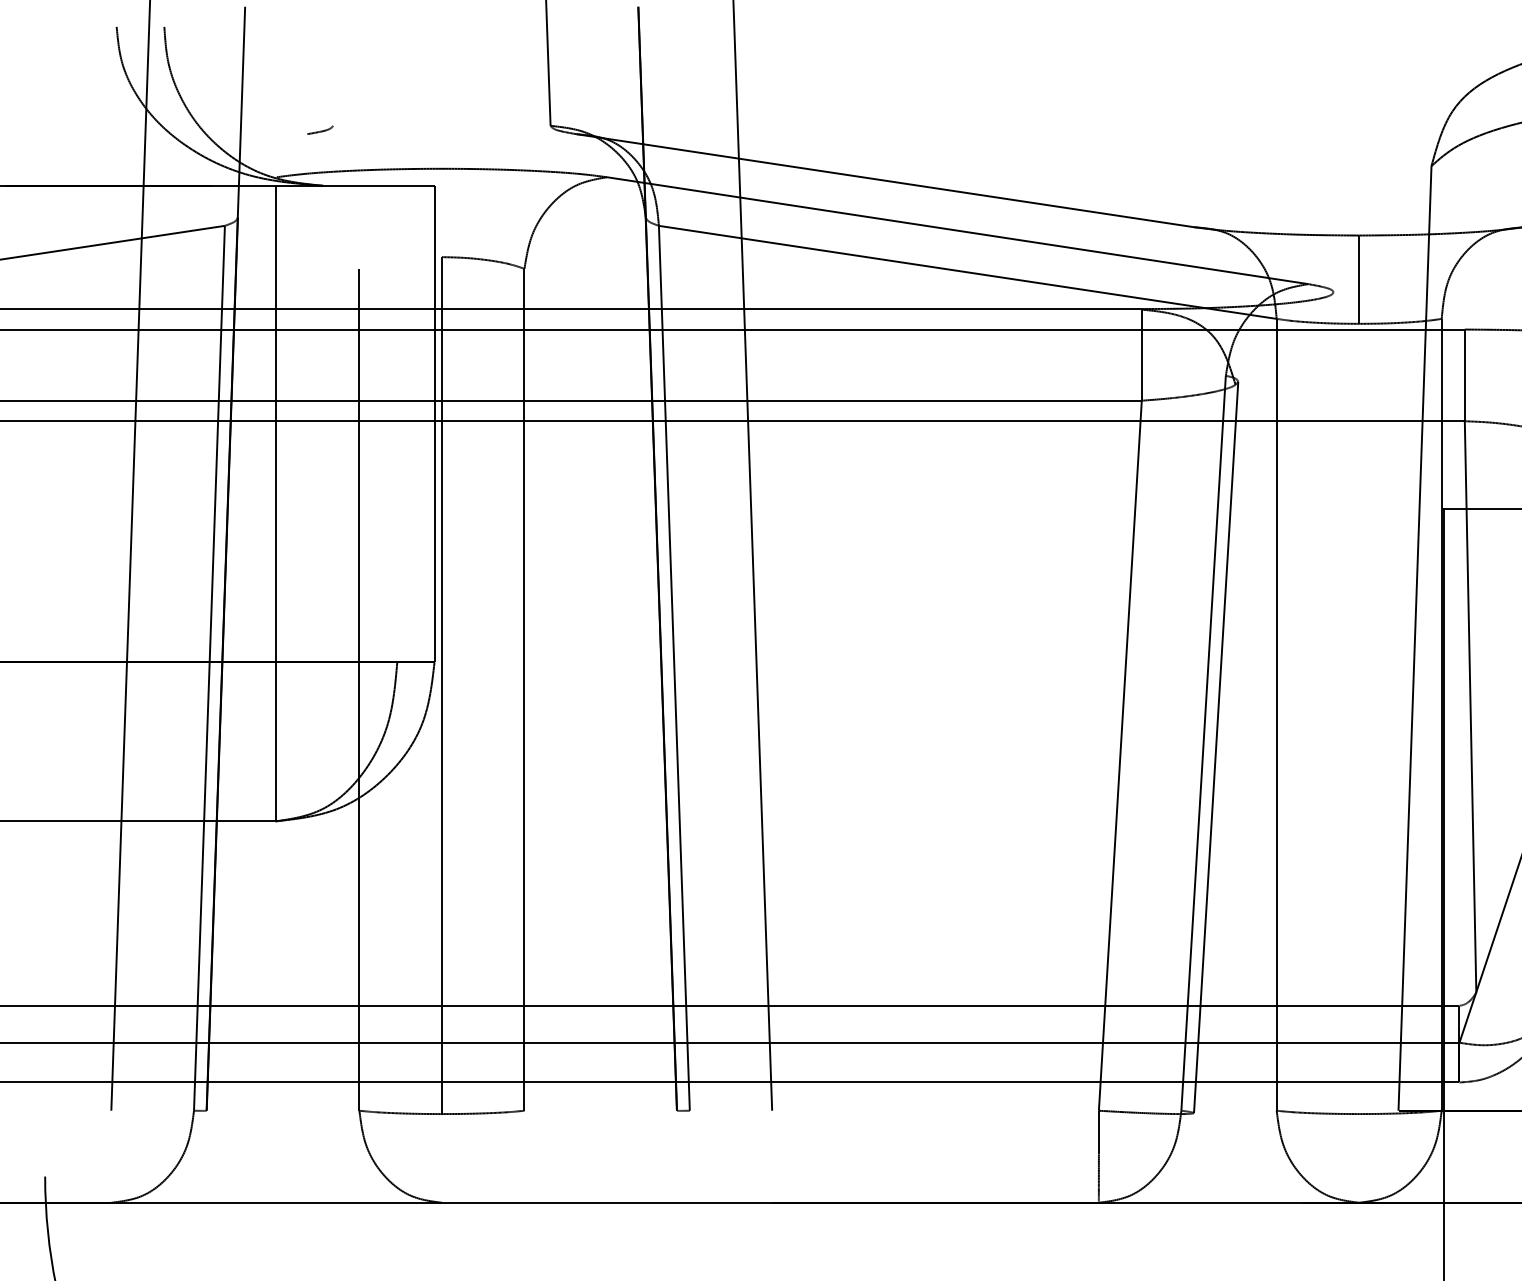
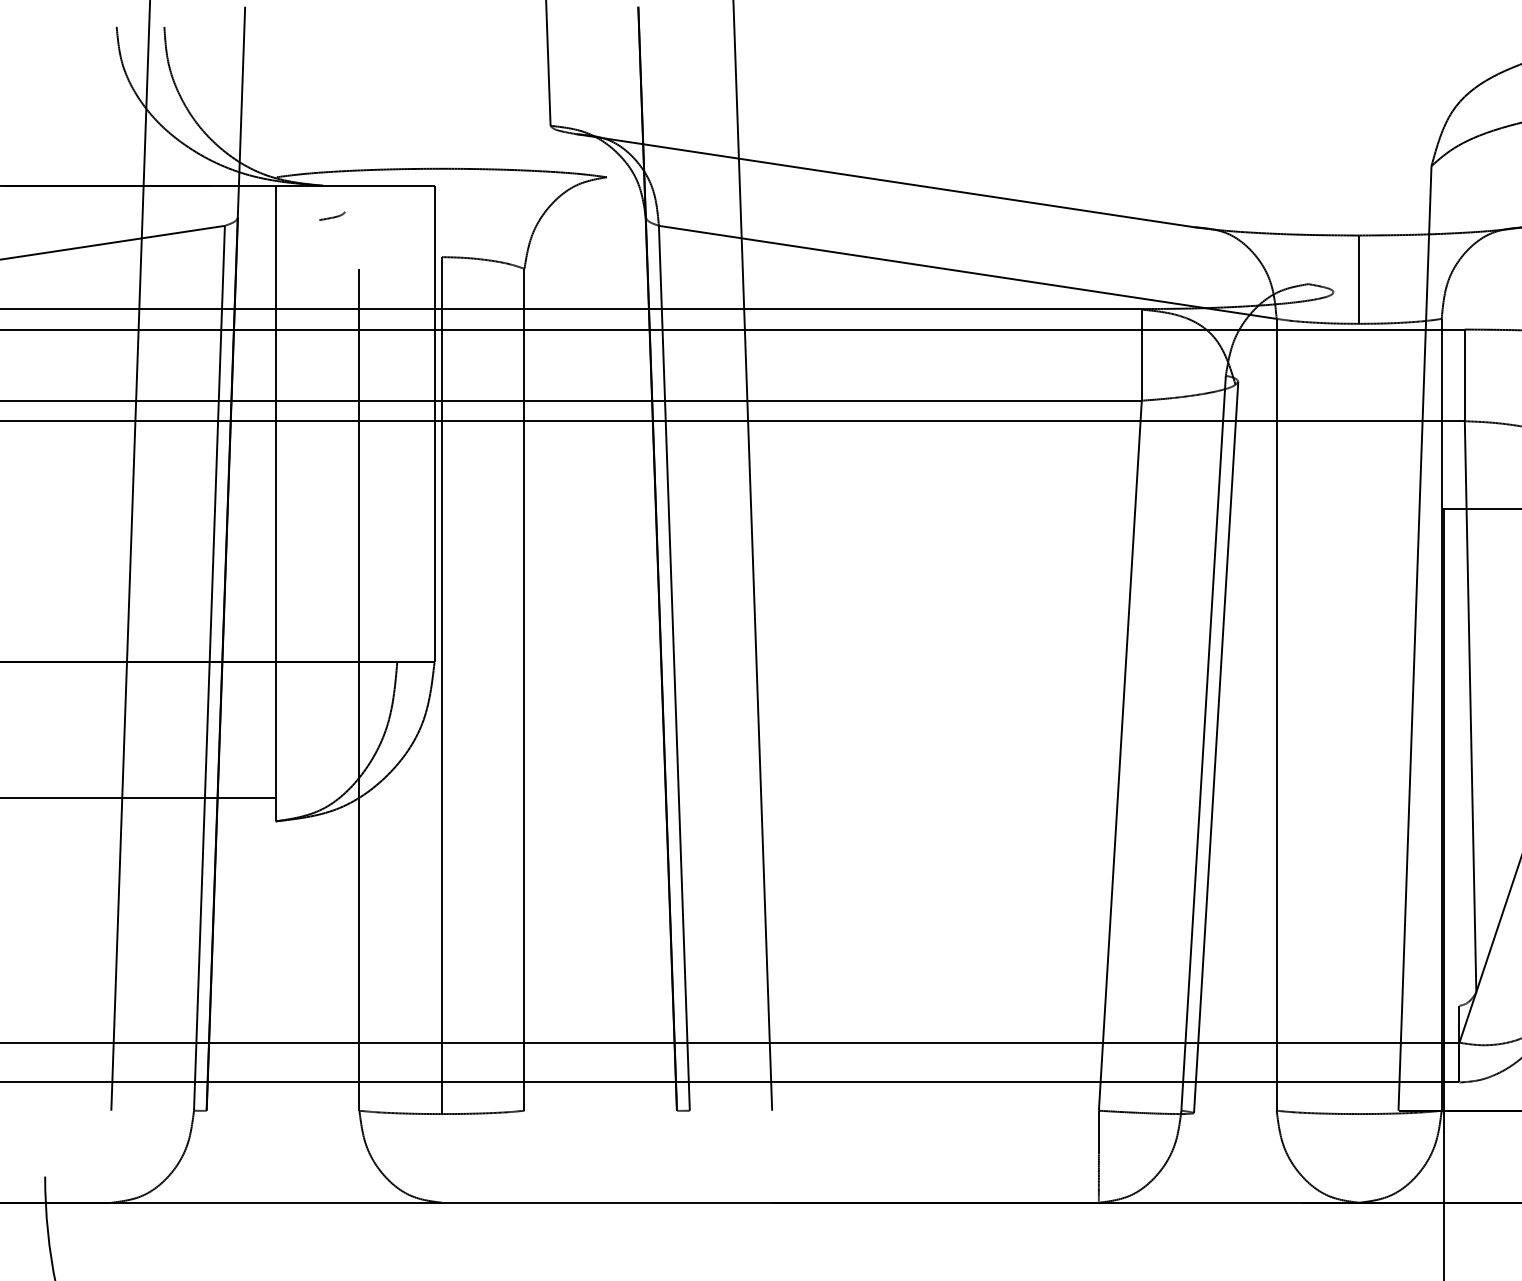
curve at (320, 130) position: (320, 130) -> (332, 216)
line at (957, 230): present -> none
line at (138, 821) position: (138, 821) -> (138, 798)
line at (730, 1005): present -> none
